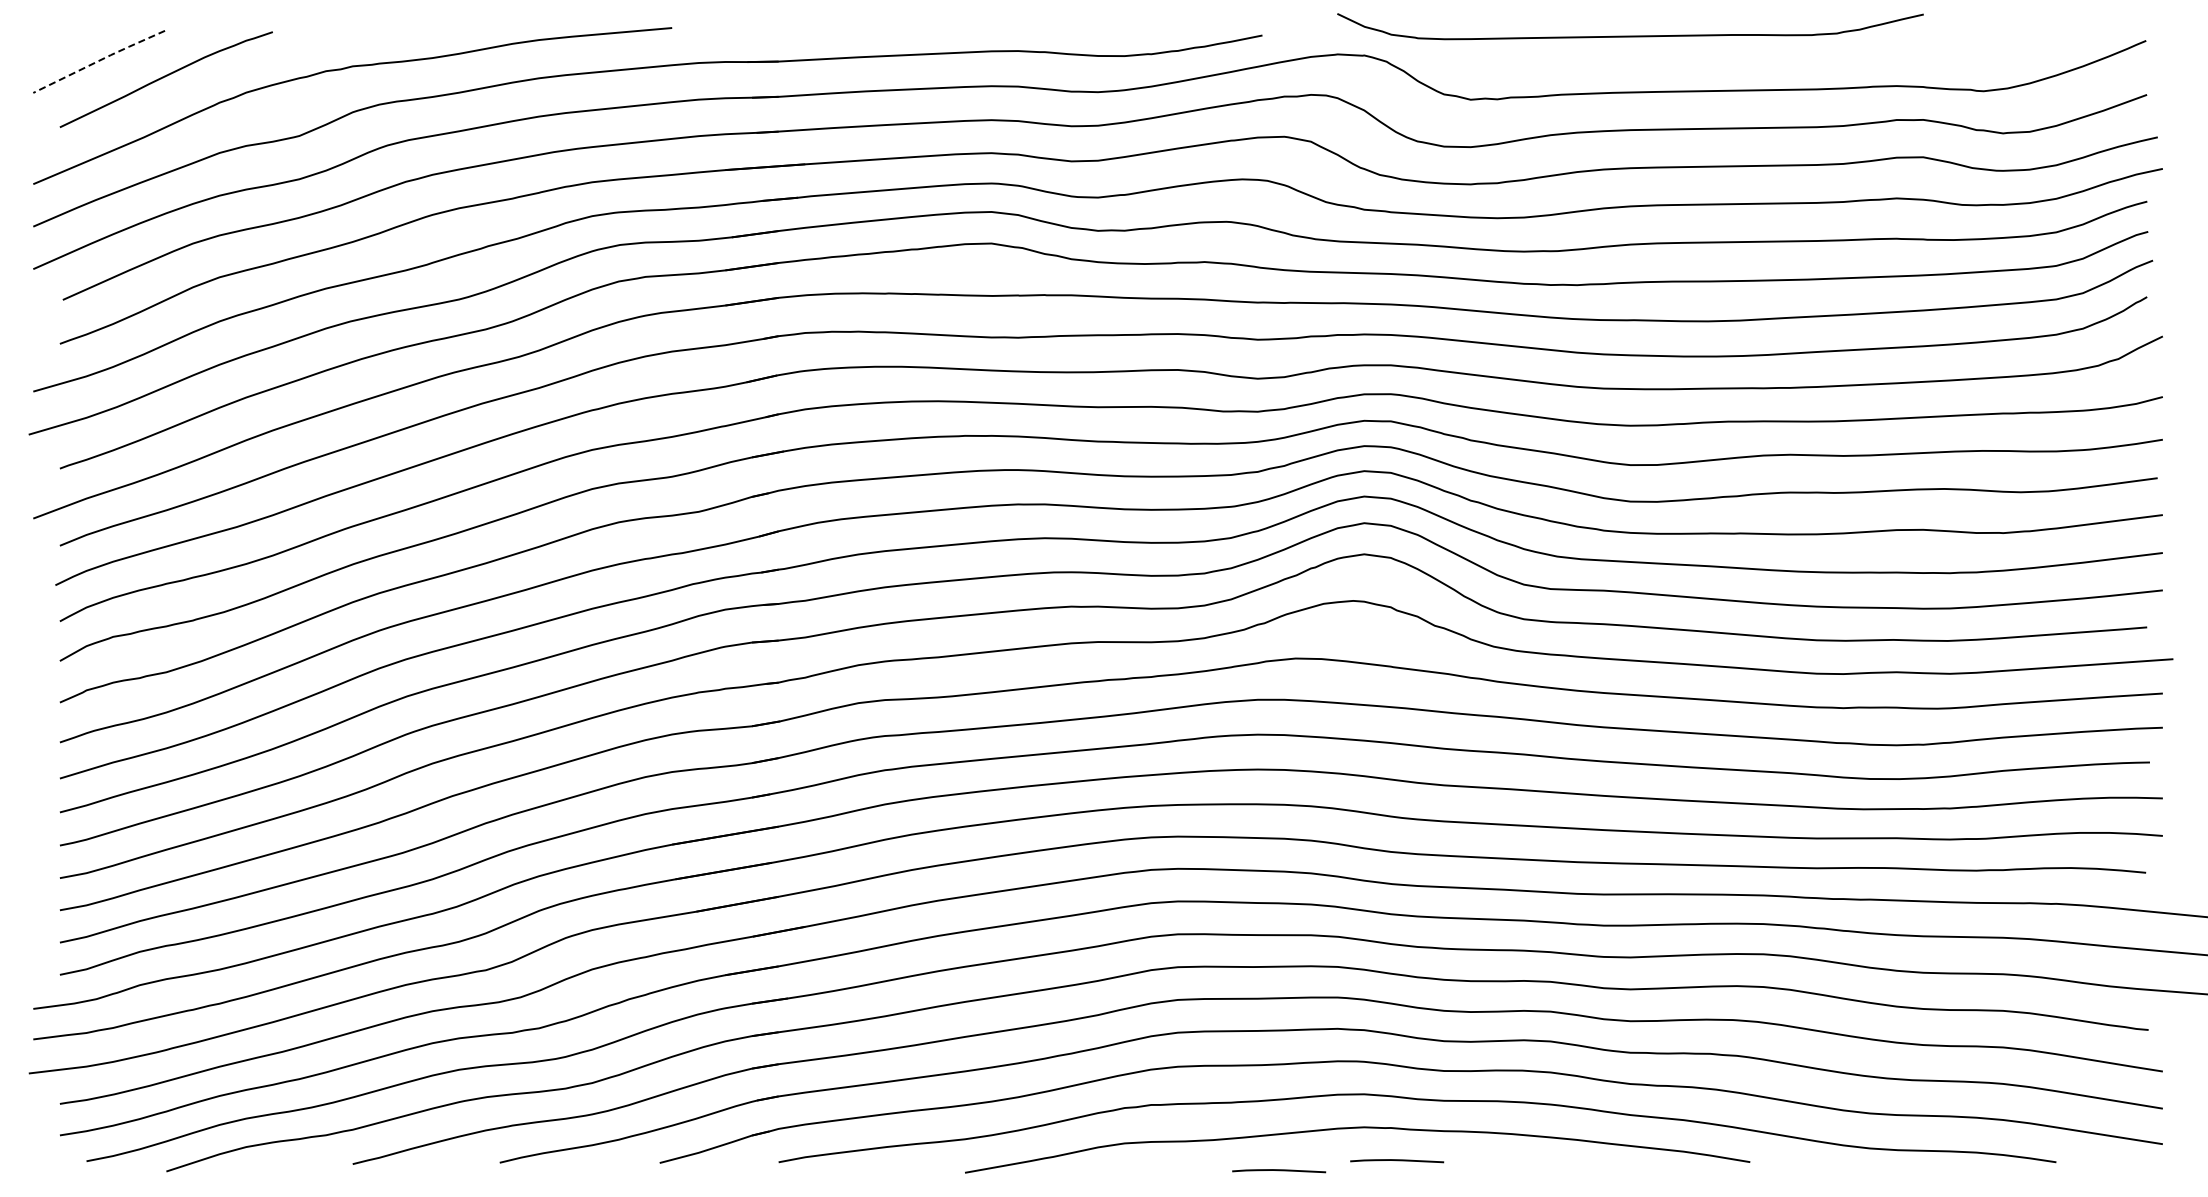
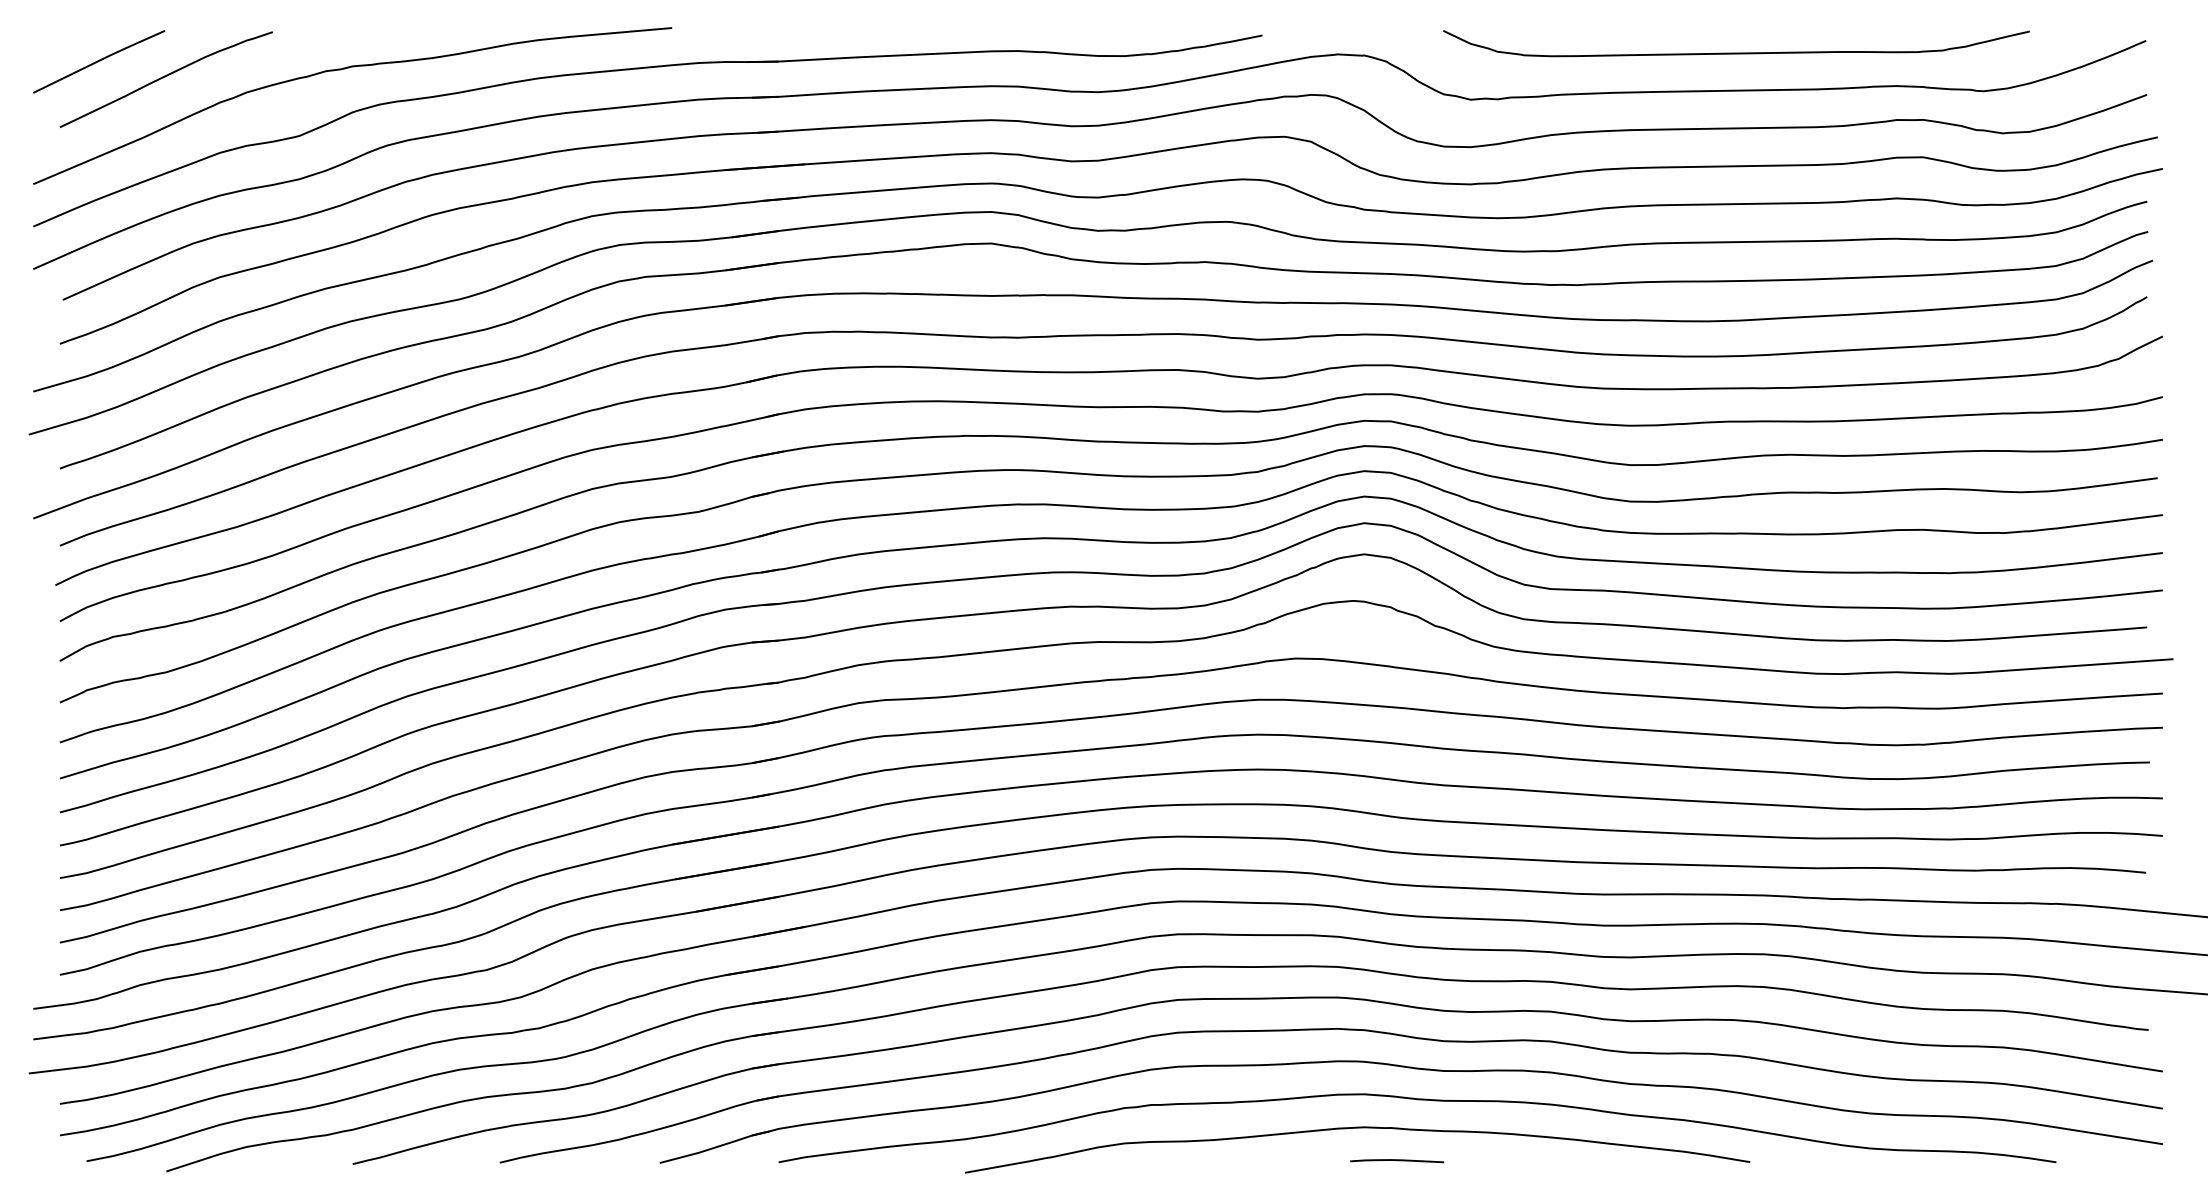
curve at (1630, 35) position: (1630, 35) -> (1736, 52)
line at (100, 60): dashed -> solid
curve at (1279, 1171): present -> none
